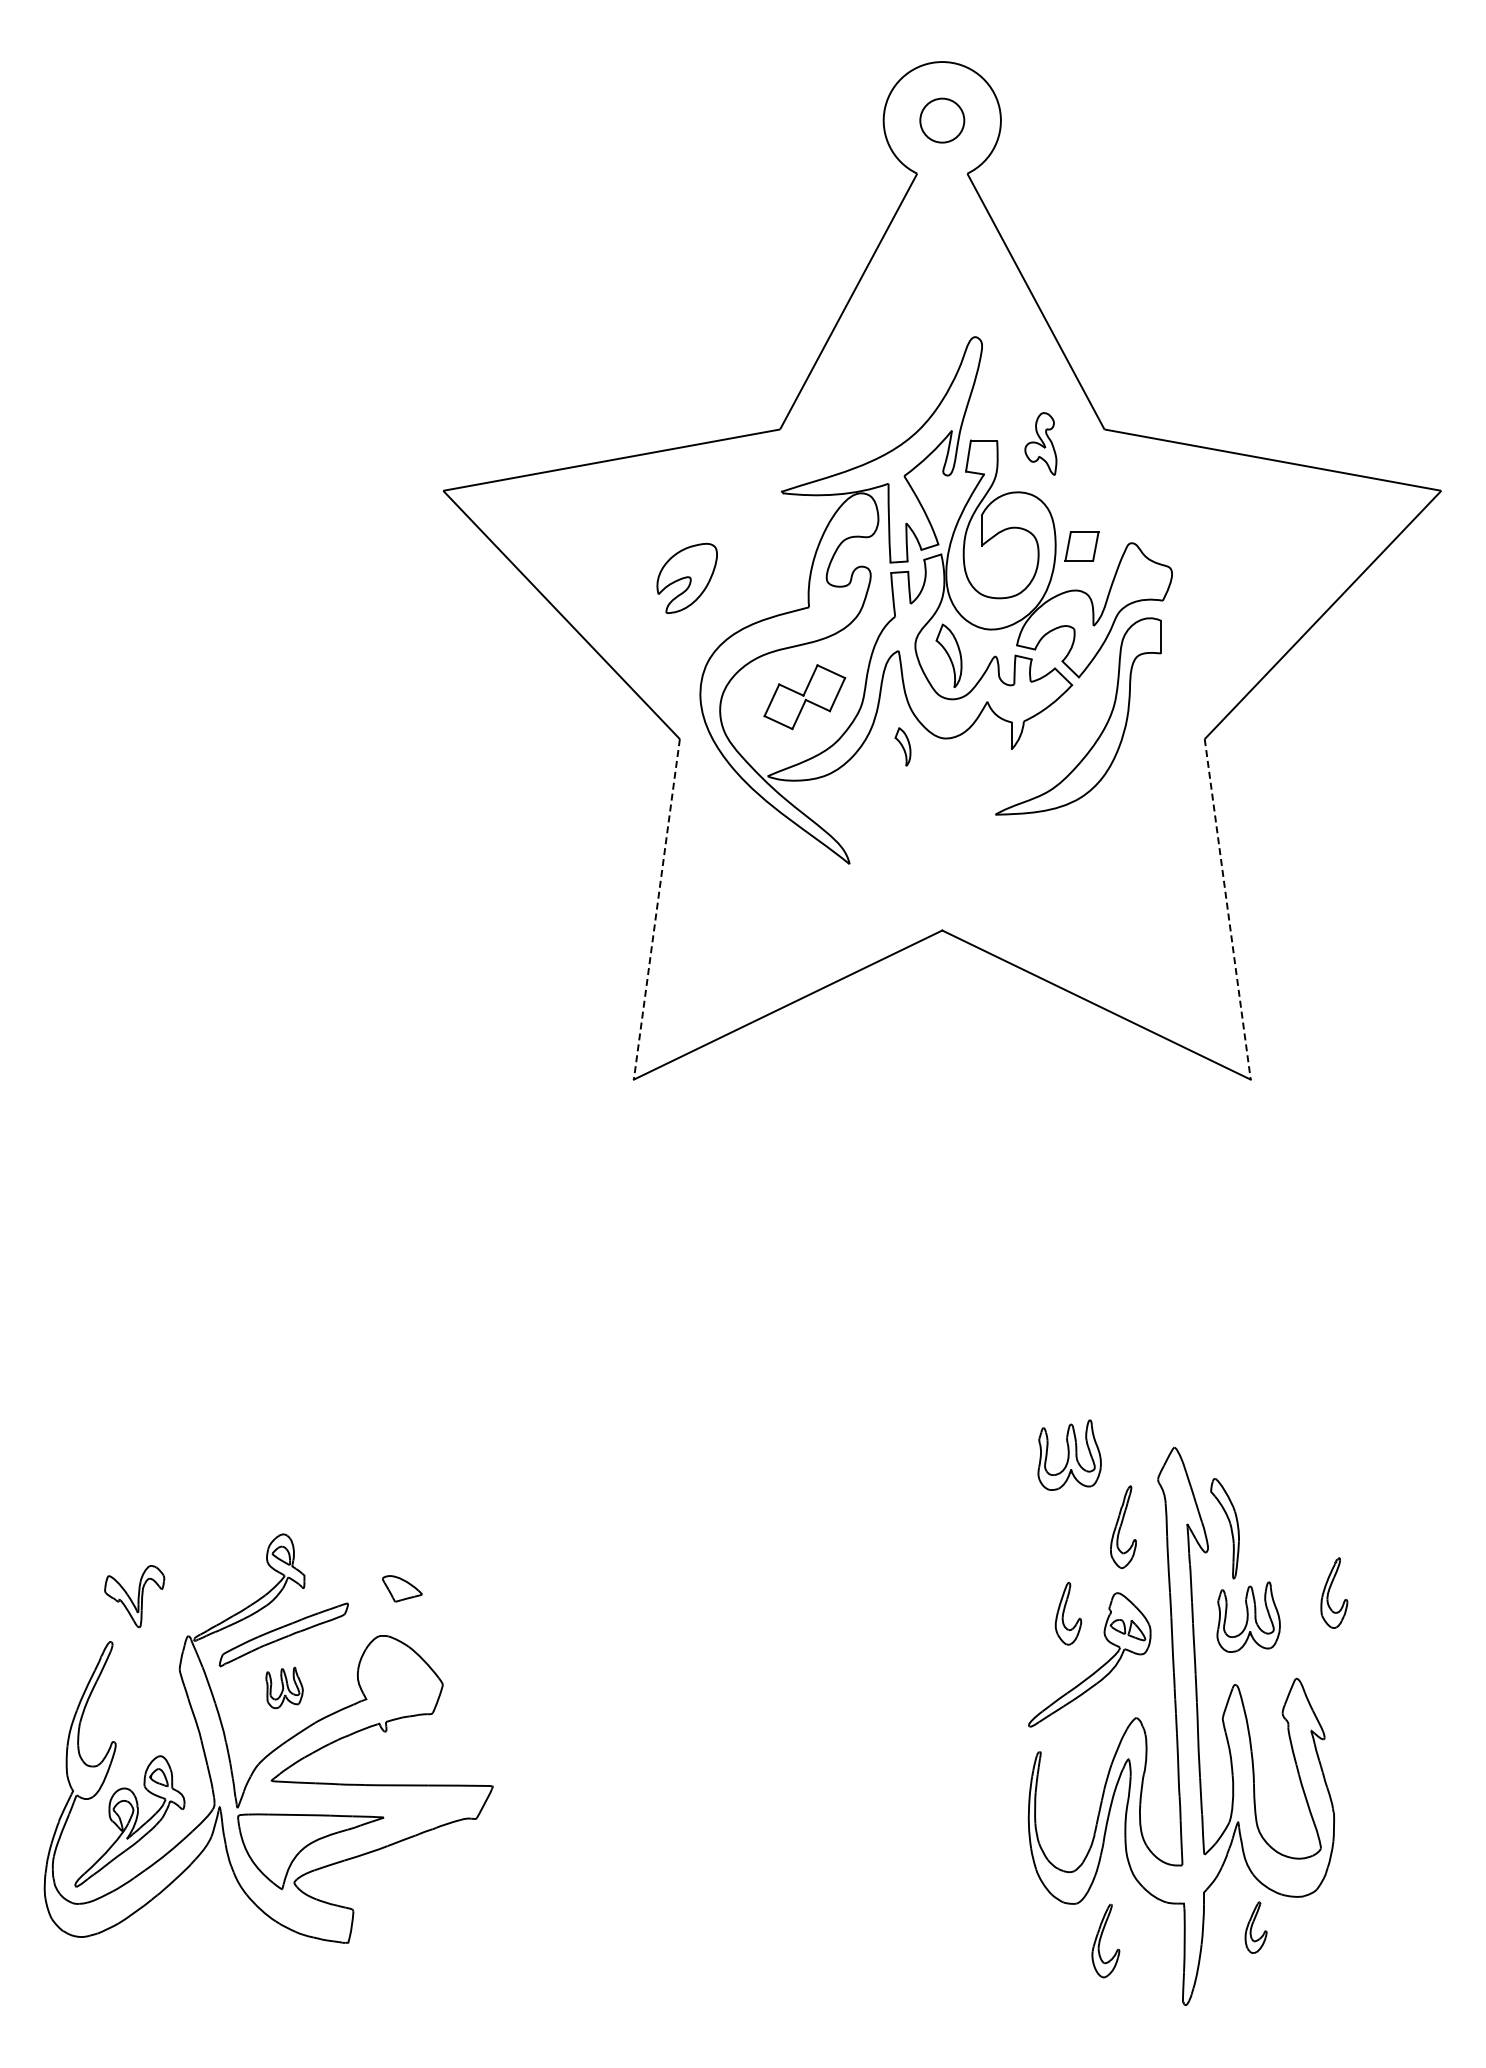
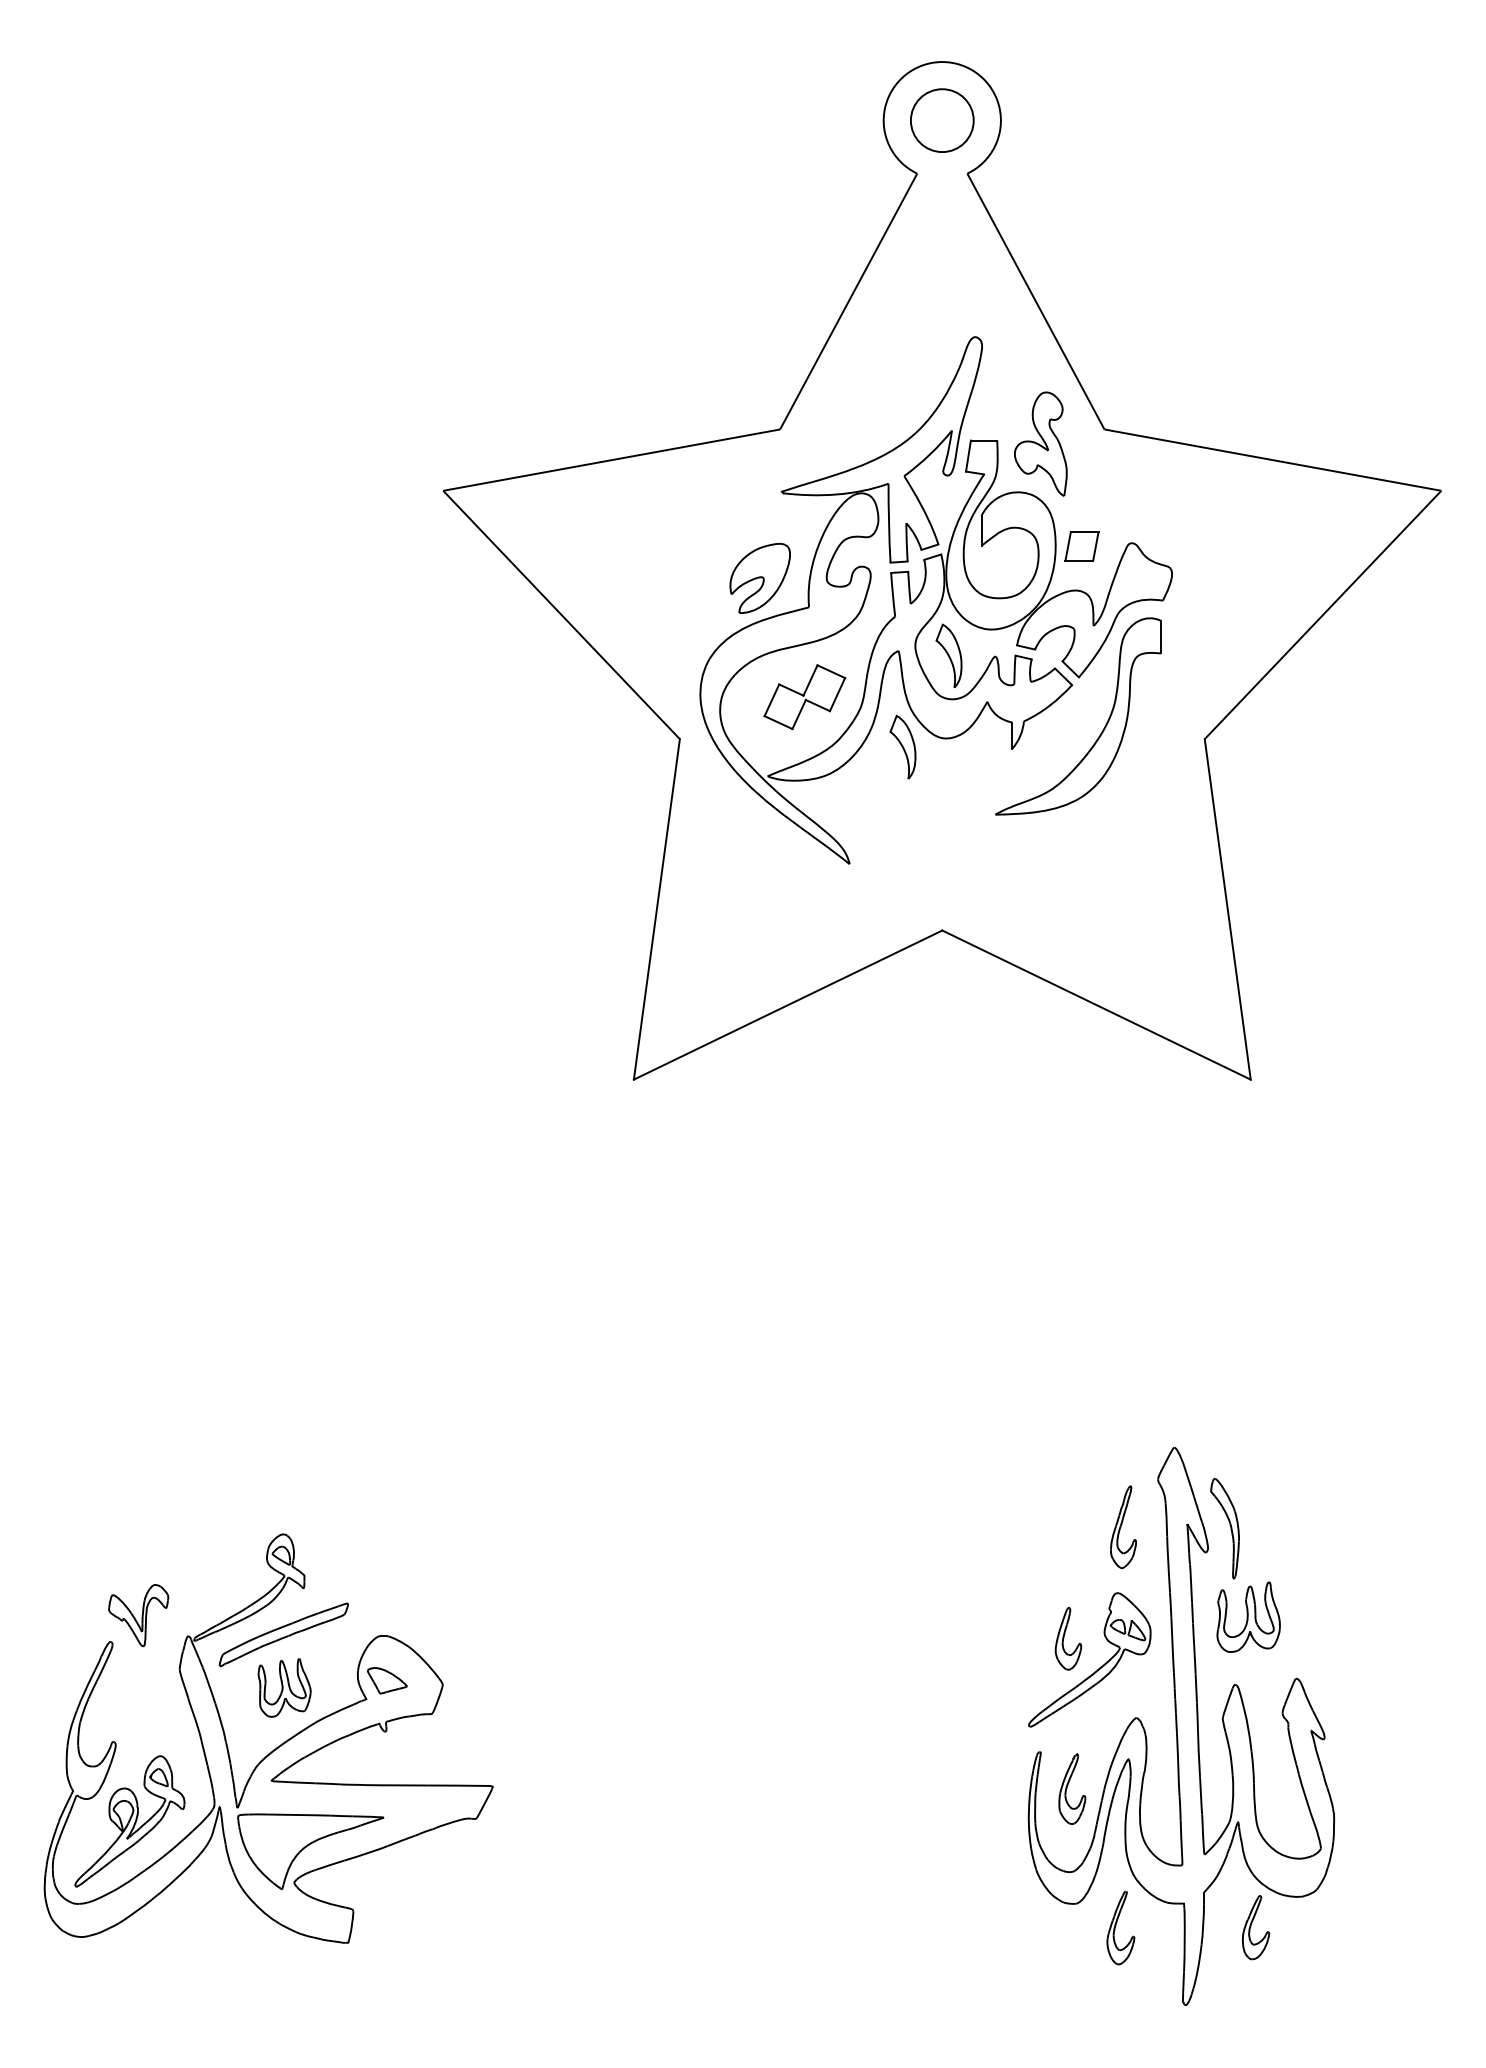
circle at (942, 120) diameter: 44 px -> 63 px
part at (1040, 443) size: 34x64 px -> 54x106 px
part at (686, 577) position: (686, 577) -> (759, 577)
part at (902, 746) size: 18x40 px -> 28x66 px
line at (656, 909): dashed -> solid
line at (1227, 909): dashed -> solid
part at (1069, 1454): present -> none
part at (402, 1588) position: (402, 1588) -> (387, 1680)
part at (1334, 1592) position: (1334, 1592) -> (1072, 1788)
part at (134, 1596) position: (134, 1596) -> (138, 1615)
part at (1068, 1613) position: (1068, 1613) -> (1068, 1638)
part at (284, 1687) size: 39x44 px -> 55x60 px
part at (1255, 1927) size: 24x53 px -> 29x66 px
part at (1105, 1940) position: (1105, 1940) -> (1120, 1927)
